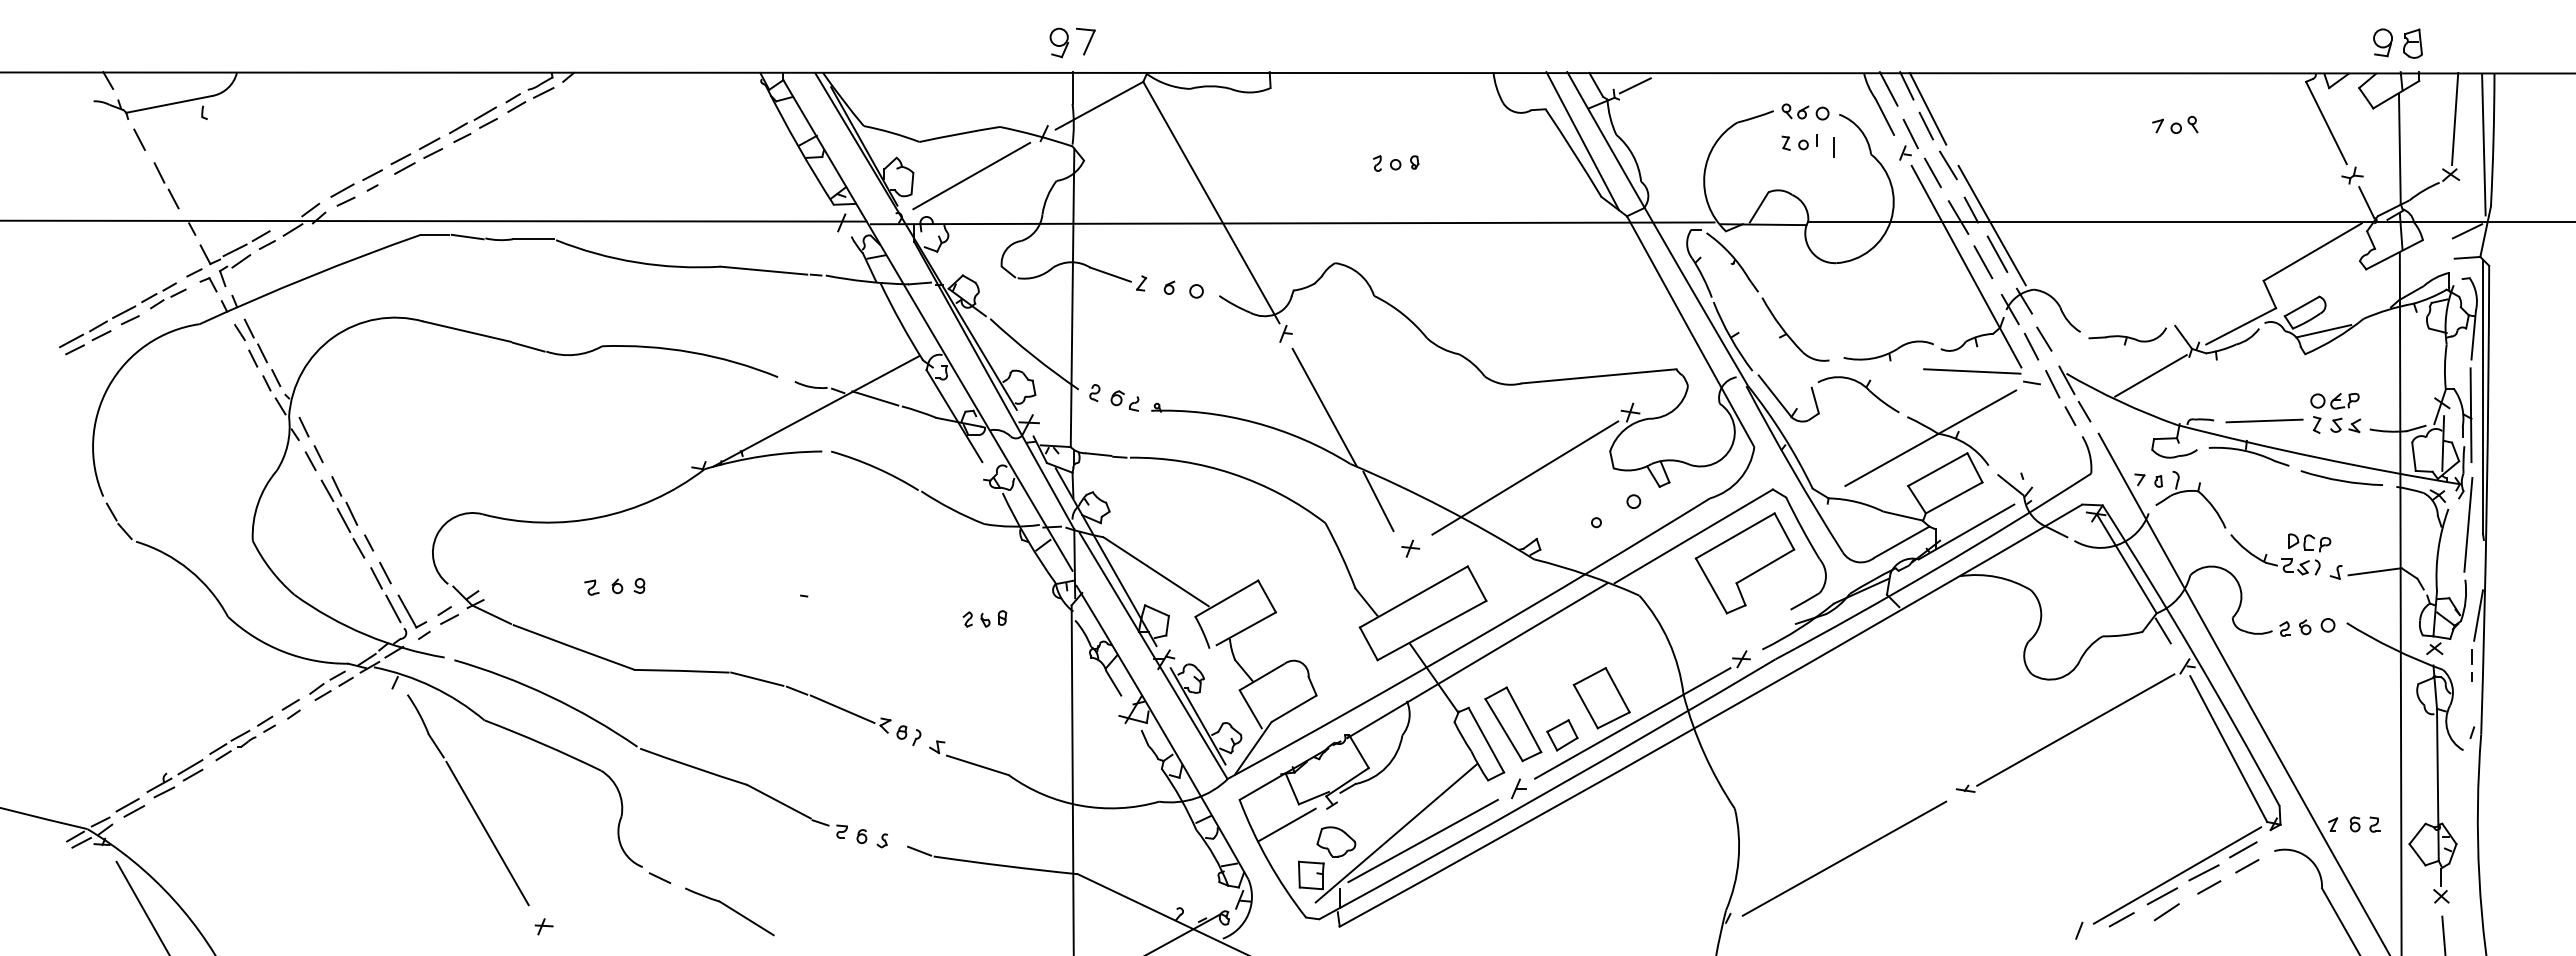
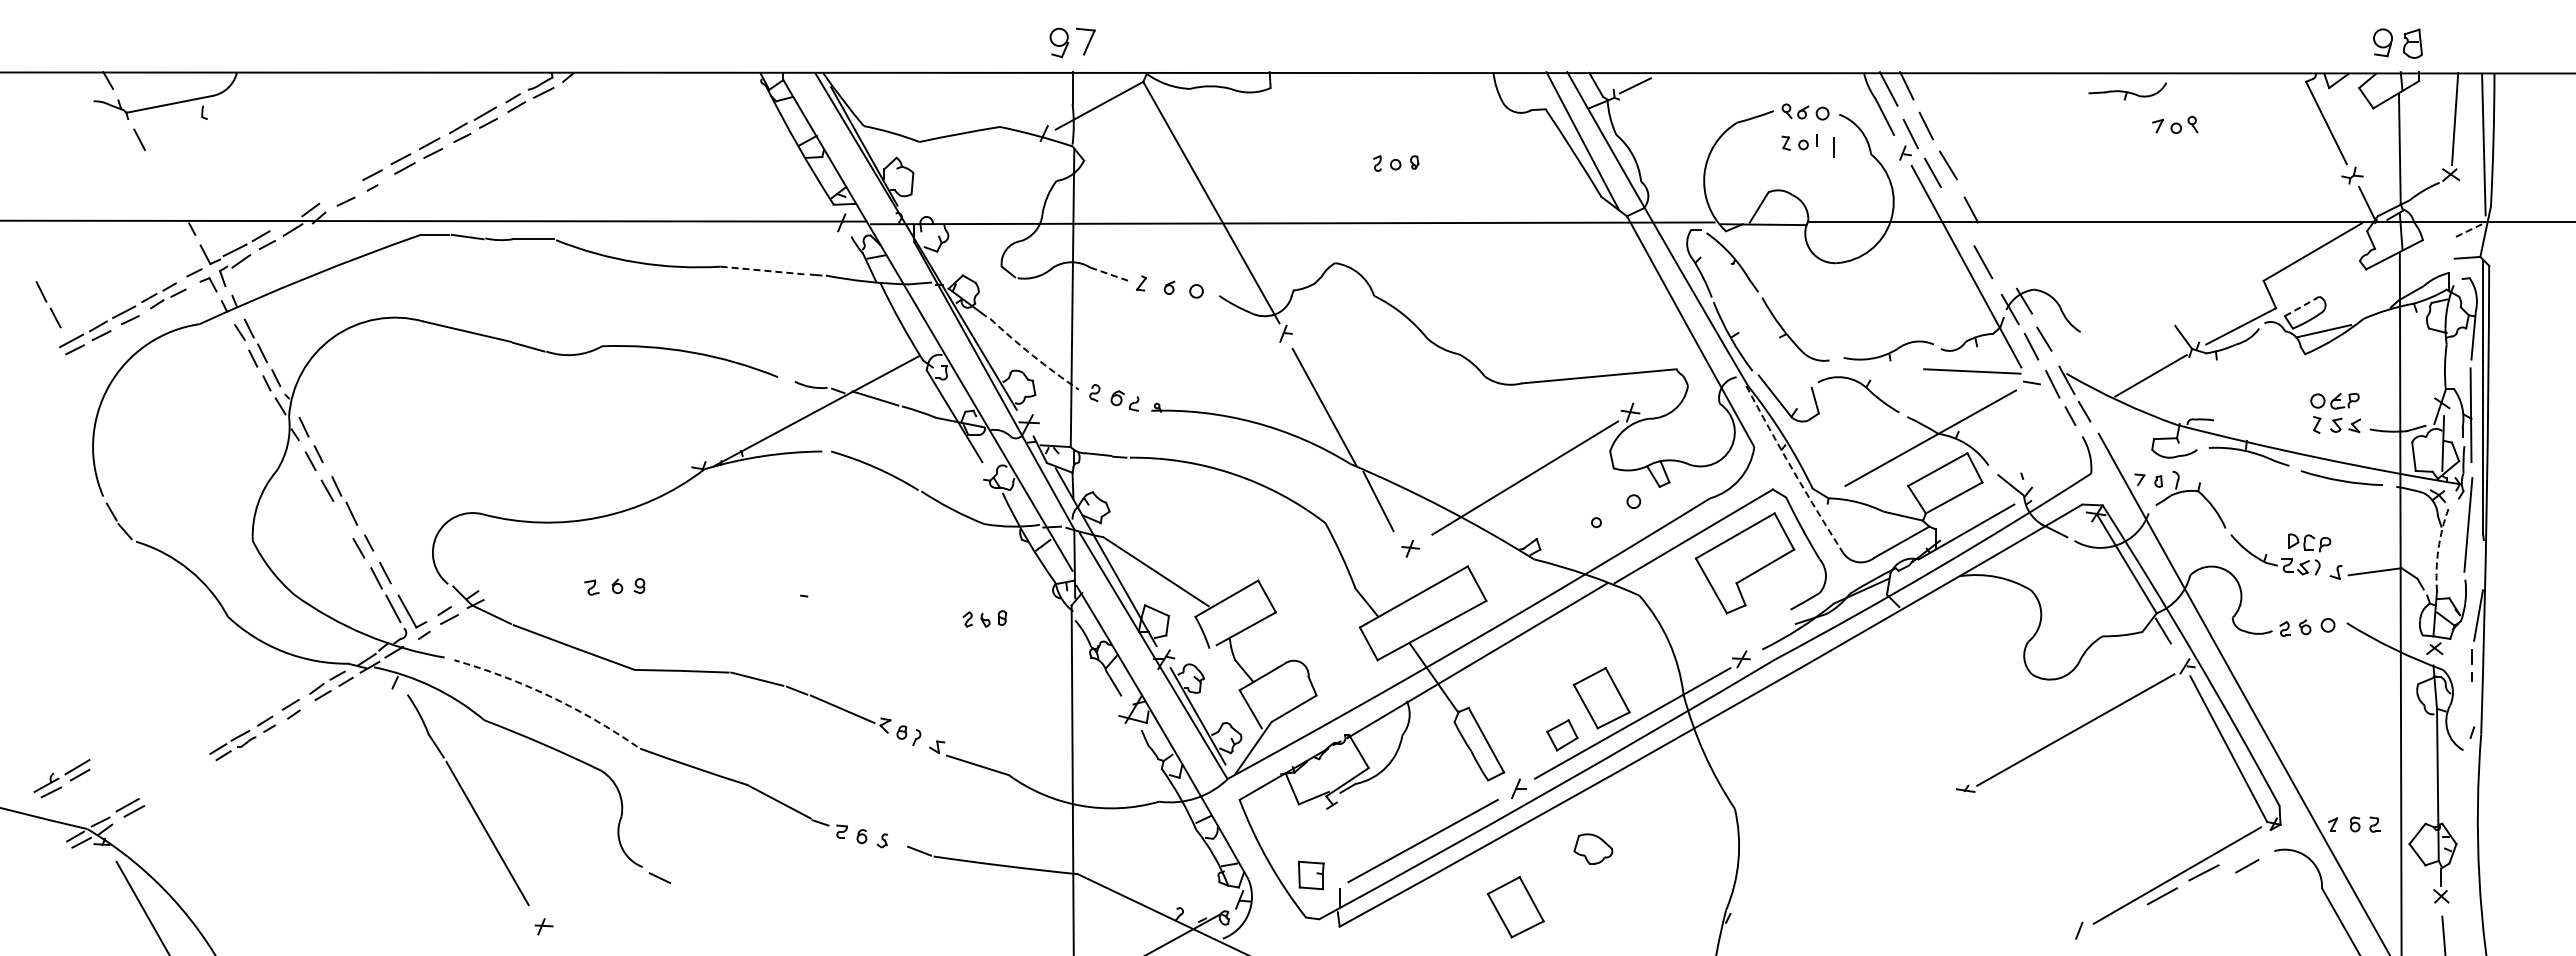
line at (1927, 108): present -> none
line at (971, 175): present -> none
line at (165, 183) position: (165, 183) -> (47, 302)
line at (342, 190): present -> none
line at (1958, 217): present -> none
line at (1991, 225): present -> none
line at (2467, 231): solid -> dashed
line at (1997, 253): present -> none
line at (763, 270): solid -> dashed
line at (1110, 274): solid -> dashed
line at (2302, 306): solid -> dashed
part at (2127, 336) position: (2127, 336) -> (2127, 91)
arc at (1033, 355): solid -> dashed
line at (2264, 420): present -> none
arc at (1792, 470): solid -> dashed
line at (343, 519): present -> none
arc at (2438, 549): solid -> dashed
arc at (549, 696): solid -> dashed
part at (1513, 724): present -> none
part at (174, 778) position: (174, 778) -> (61, 778)
line at (1286, 824): present -> none
line at (1395, 833): present -> none
part at (1336, 841) position: (1336, 841) -> (1593, 848)
line at (2243, 849): present -> none
line at (1844, 858): present -> none
line at (2209, 887): present -> none
part at (1515, 907): none -> present
part at (729, 911): present -> none
line at (2166, 912): present -> none
line at (2121, 919): present -> none
